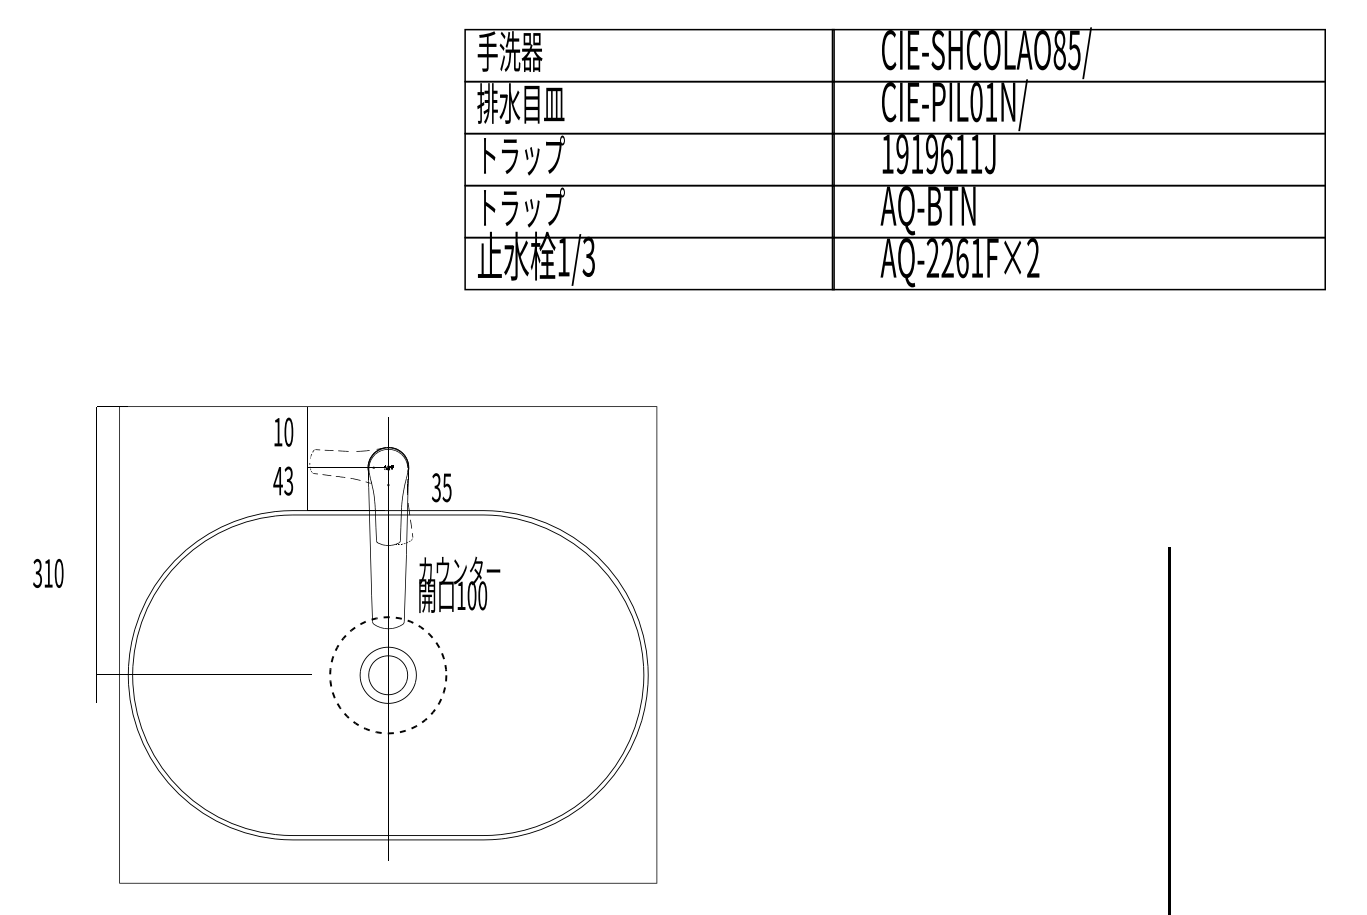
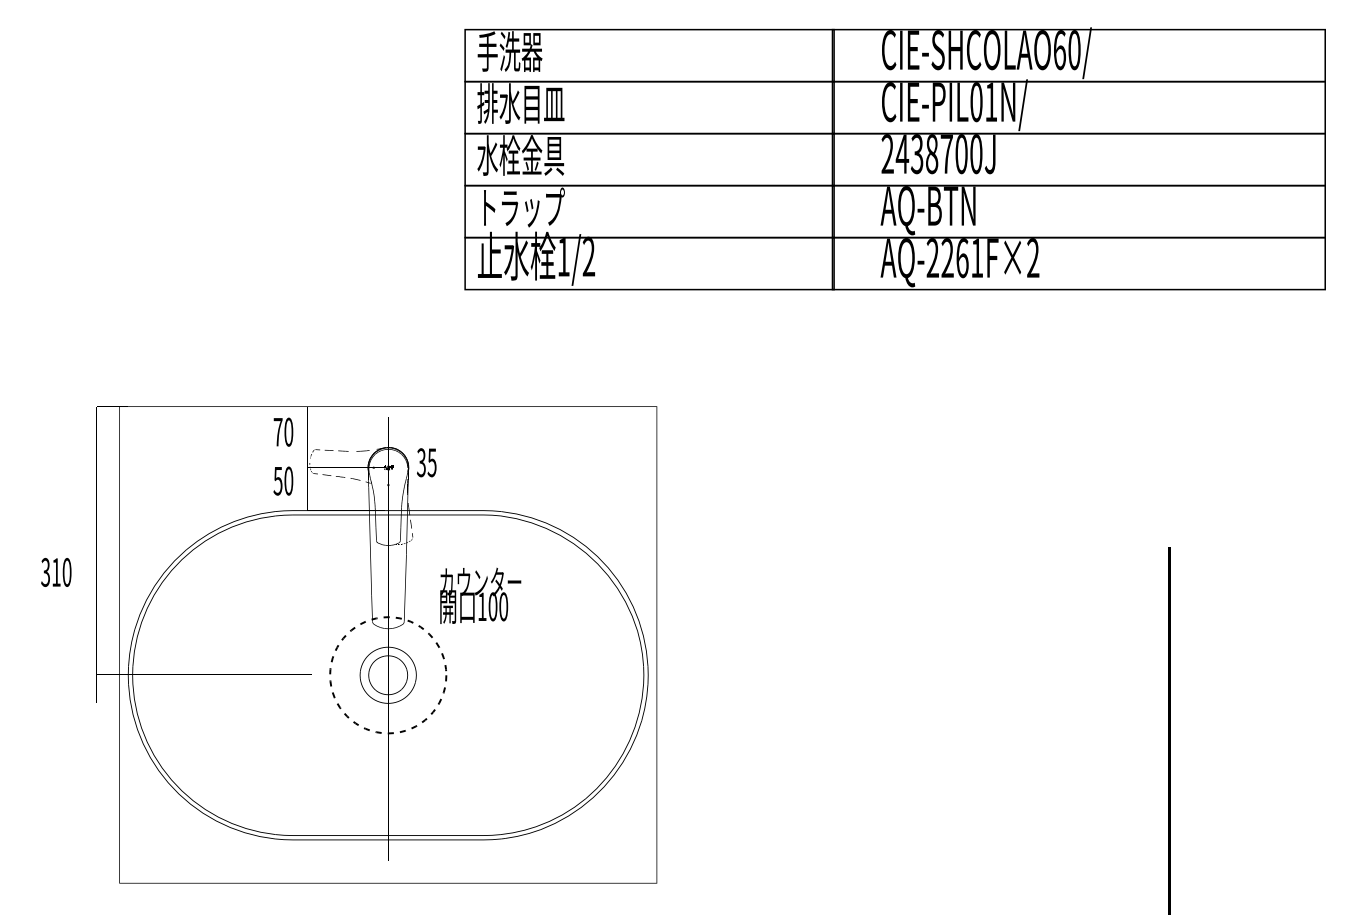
text at (1066, 50): CIE-SHCOLAO85/ -> CIE-SHCOLAO60/
text at (931, 154): 1919611J -> 2438700J
text at (520, 155): トラップ -> 水栓金具
text at (588, 257): 1/3 -> 1/2
text at (277, 432): 10 -> 70
text at (283, 480): 43 -> 50
text at (441, 487) position: (441, 487) -> (426, 462)
text at (48, 573) position: (48, 573) -> (56, 572)
text at (459, 584) position: (459, 584) -> (480, 595)
